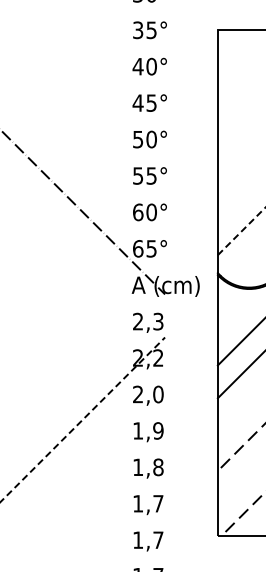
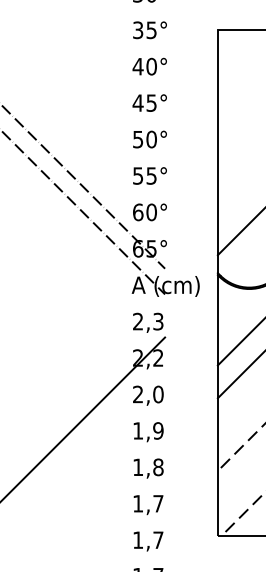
line at (83, 186): none -> present
line at (241, 231): dashed -> solid
line at (83, 419): dashed -> solid
